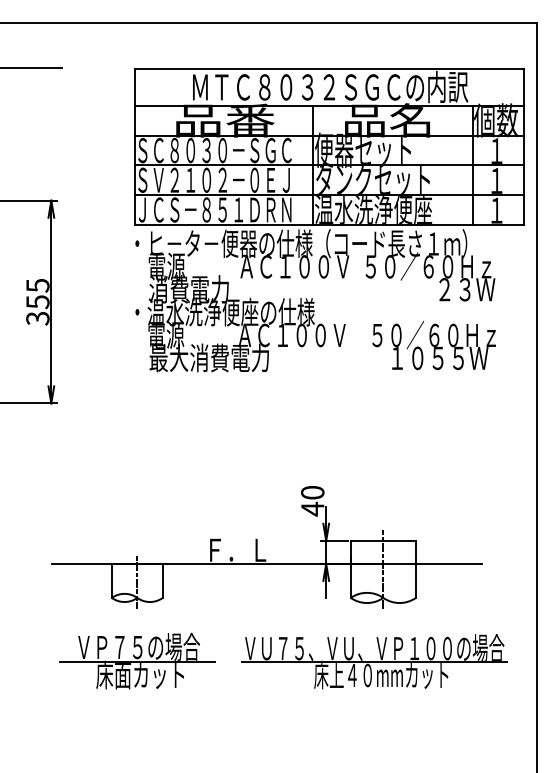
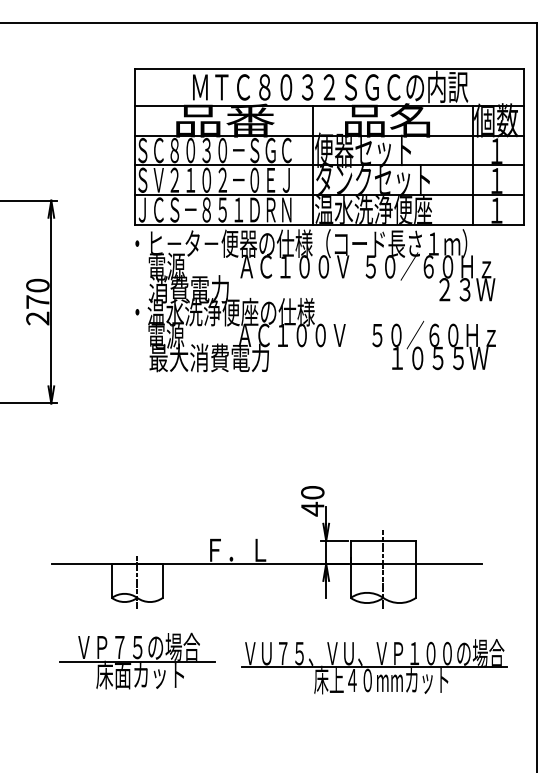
line at (32, 67): present -> none
text at (37, 301): 355 -> 270
part at (374, 661) position: (374, 661) -> (374, 666)
